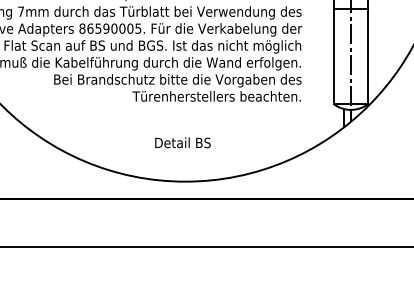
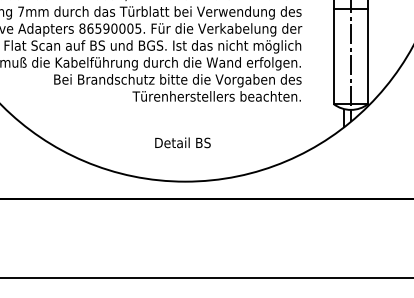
line at (206, 246) position: (206, 246) -> (206, 277)
